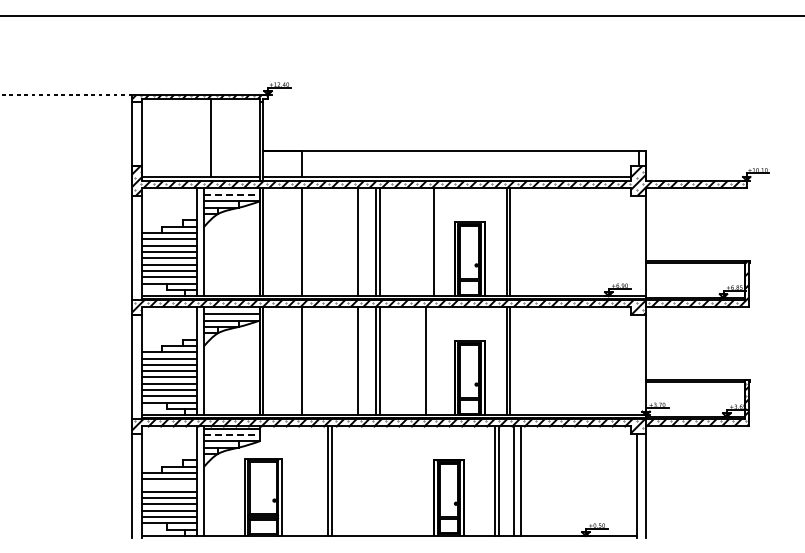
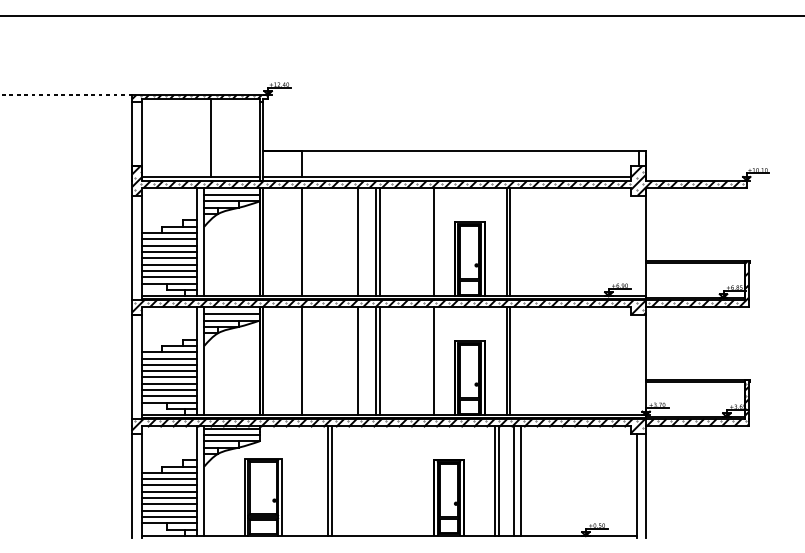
line at (231, 195): dashed -> solid
line at (426, 361) position: (426, 361) -> (434, 361)
line at (231, 435): dashed -> solid
line at (168, 485): none -> present
